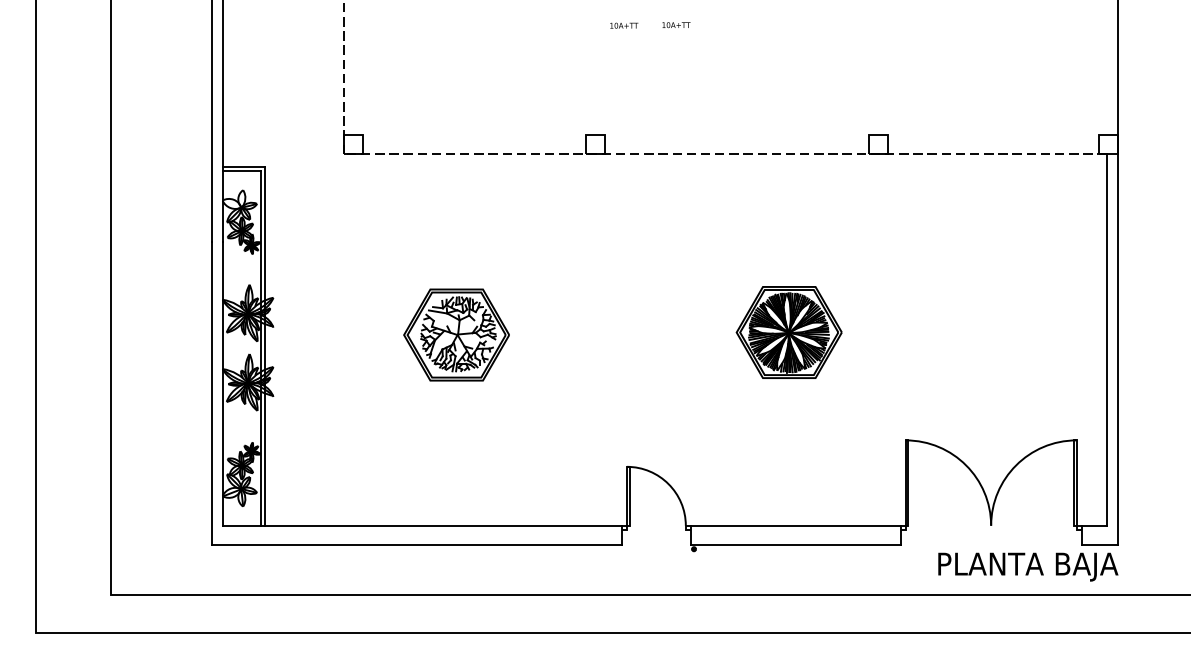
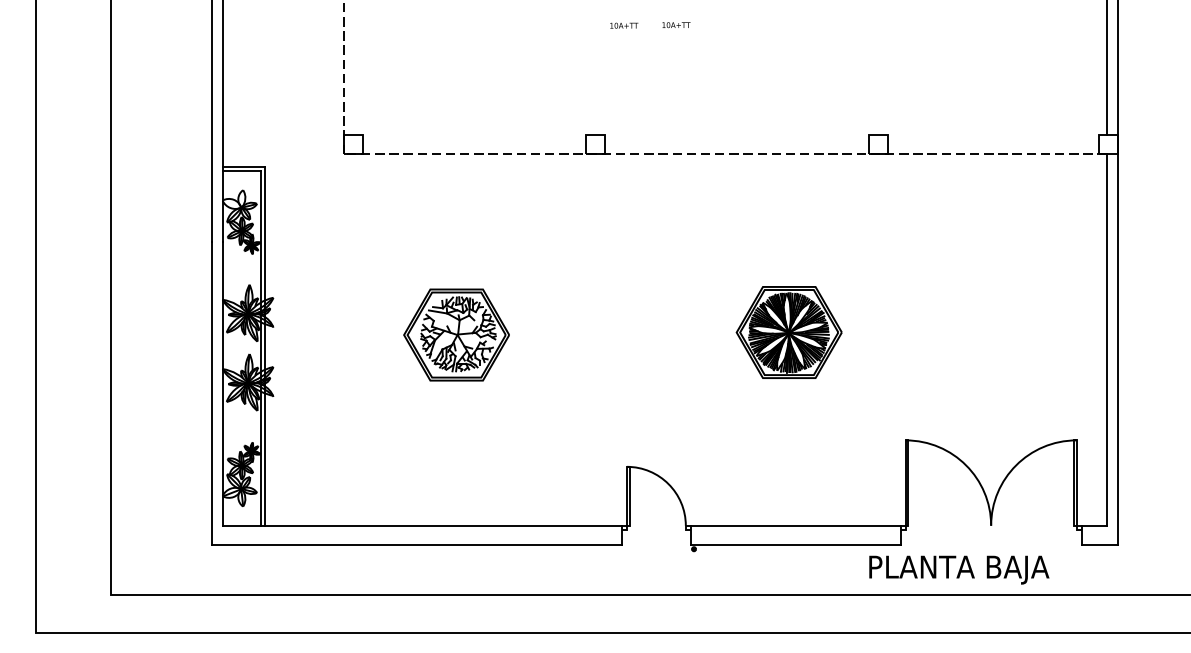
line at (1106, 68): none -> present
text at (1028, 566) position: (1028, 566) -> (959, 569)
